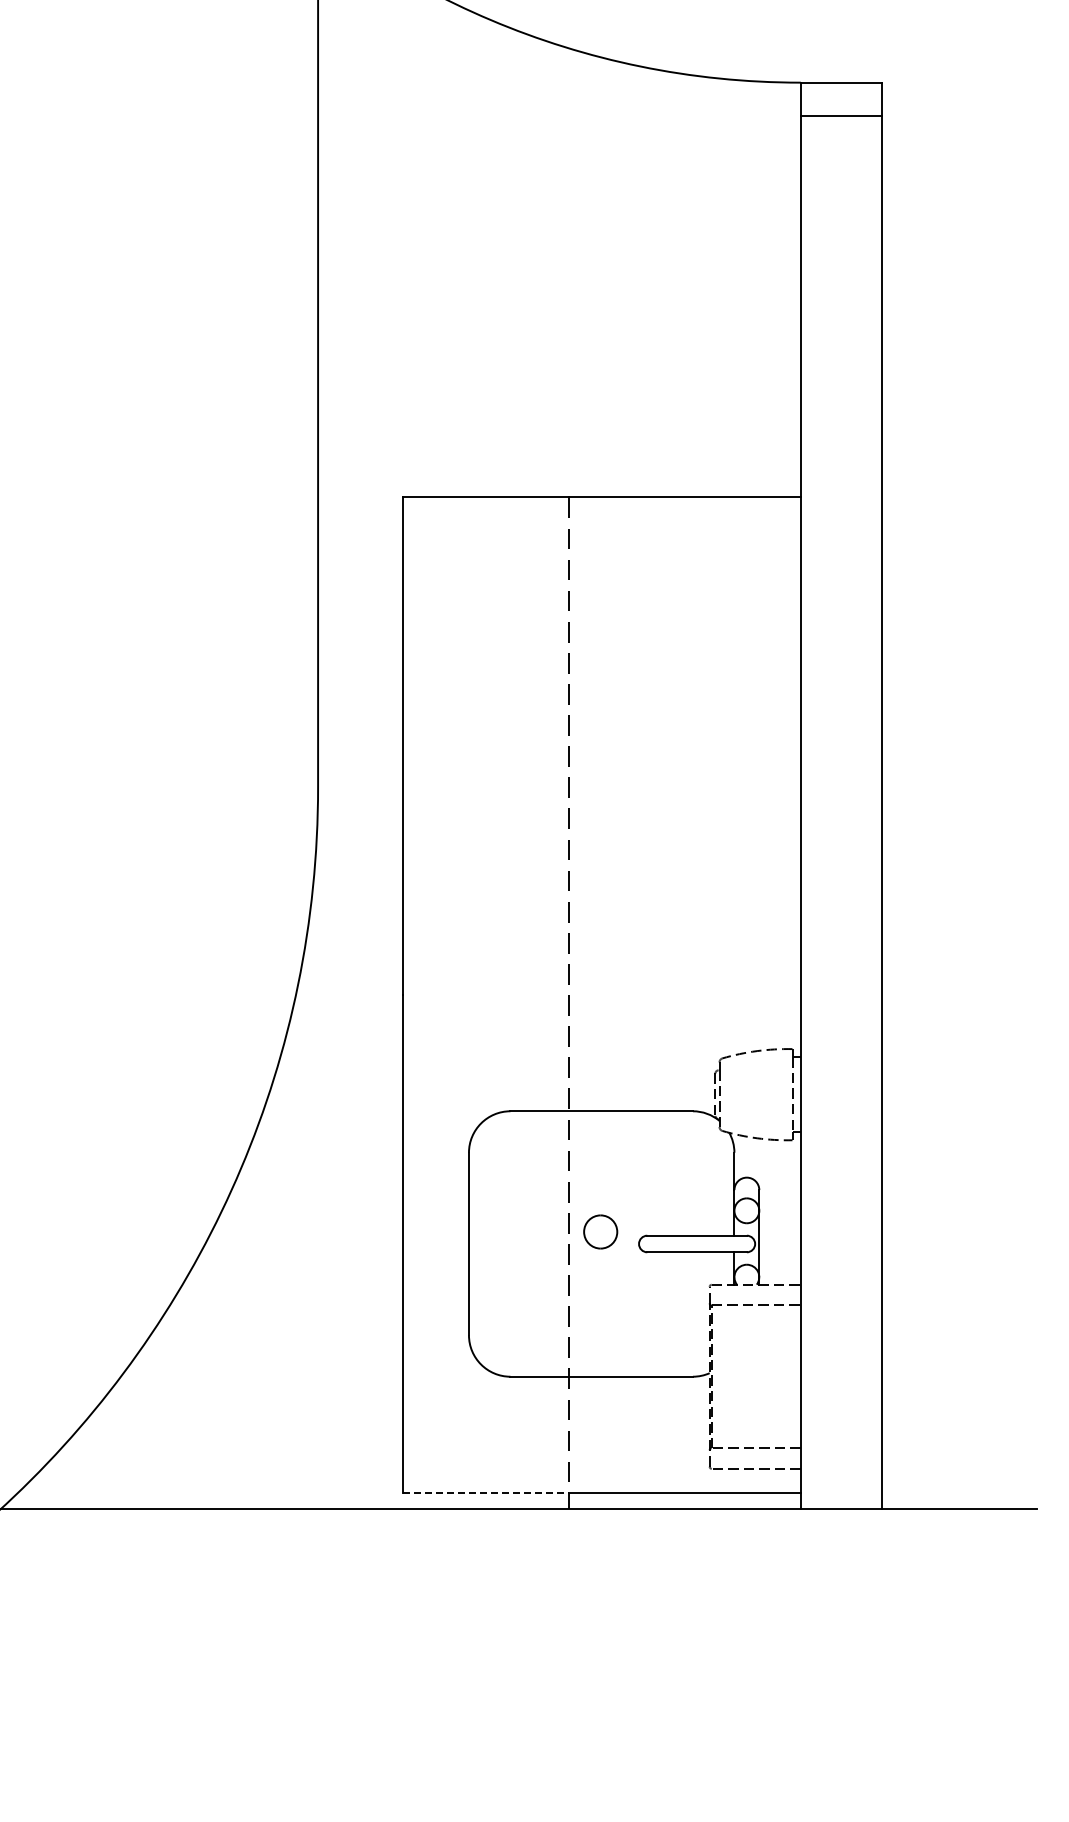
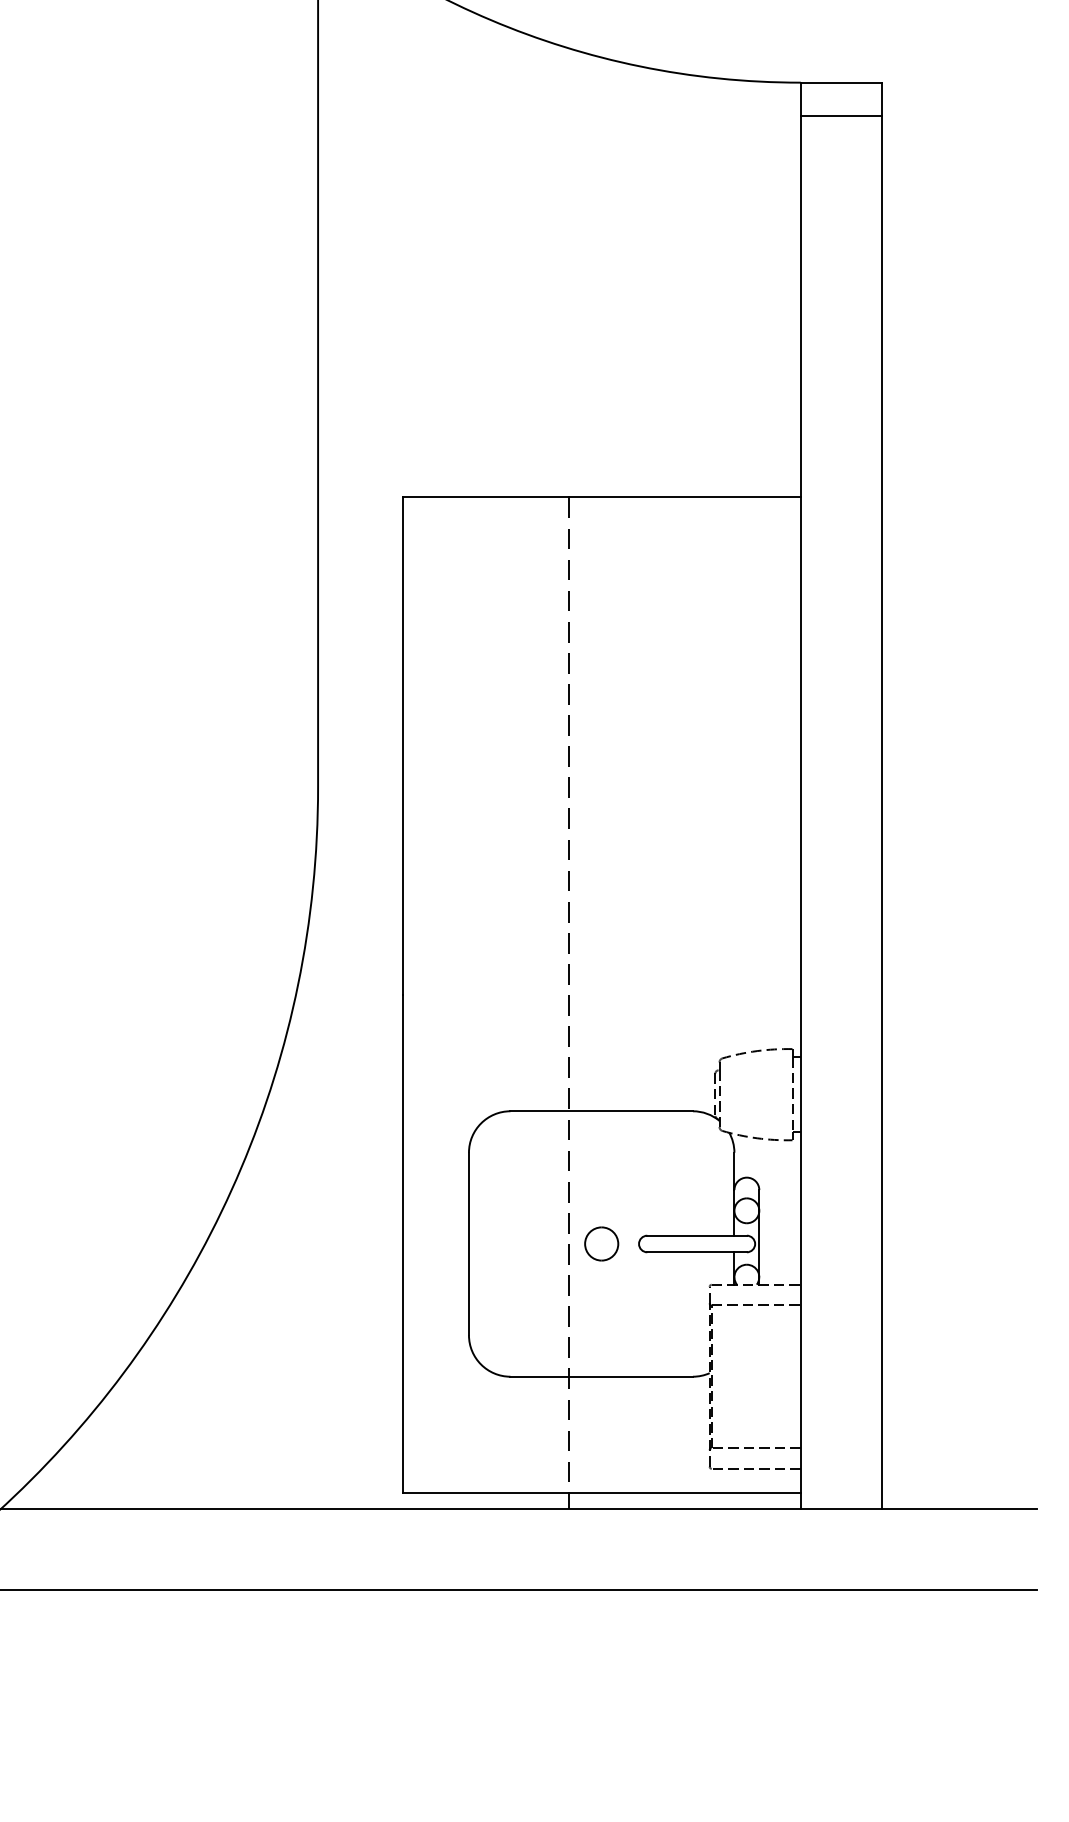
part at (600, 1231) position: (600, 1231) -> (601, 1243)
line at (485, 1492): dashed -> solid
line at (519, 1590): none -> present
